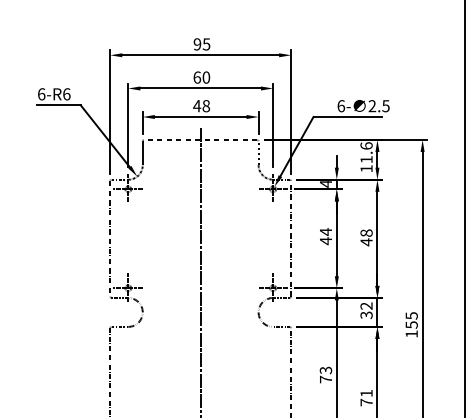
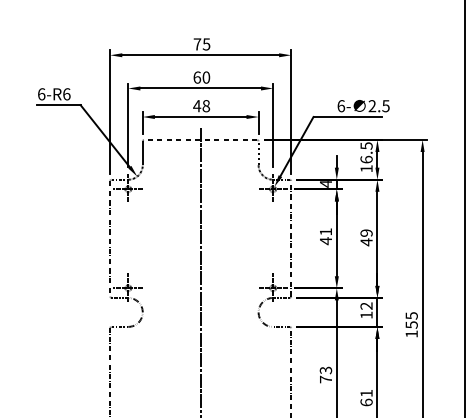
text at (197, 44): 95 -> 75
text at (366, 152): 11.6 -> 16.5
text at (325, 232): 44 -> 41
text at (366, 232): 48 -> 49
text at (366, 315): 32 -> 12
text at (366, 402): 71 -> 61
